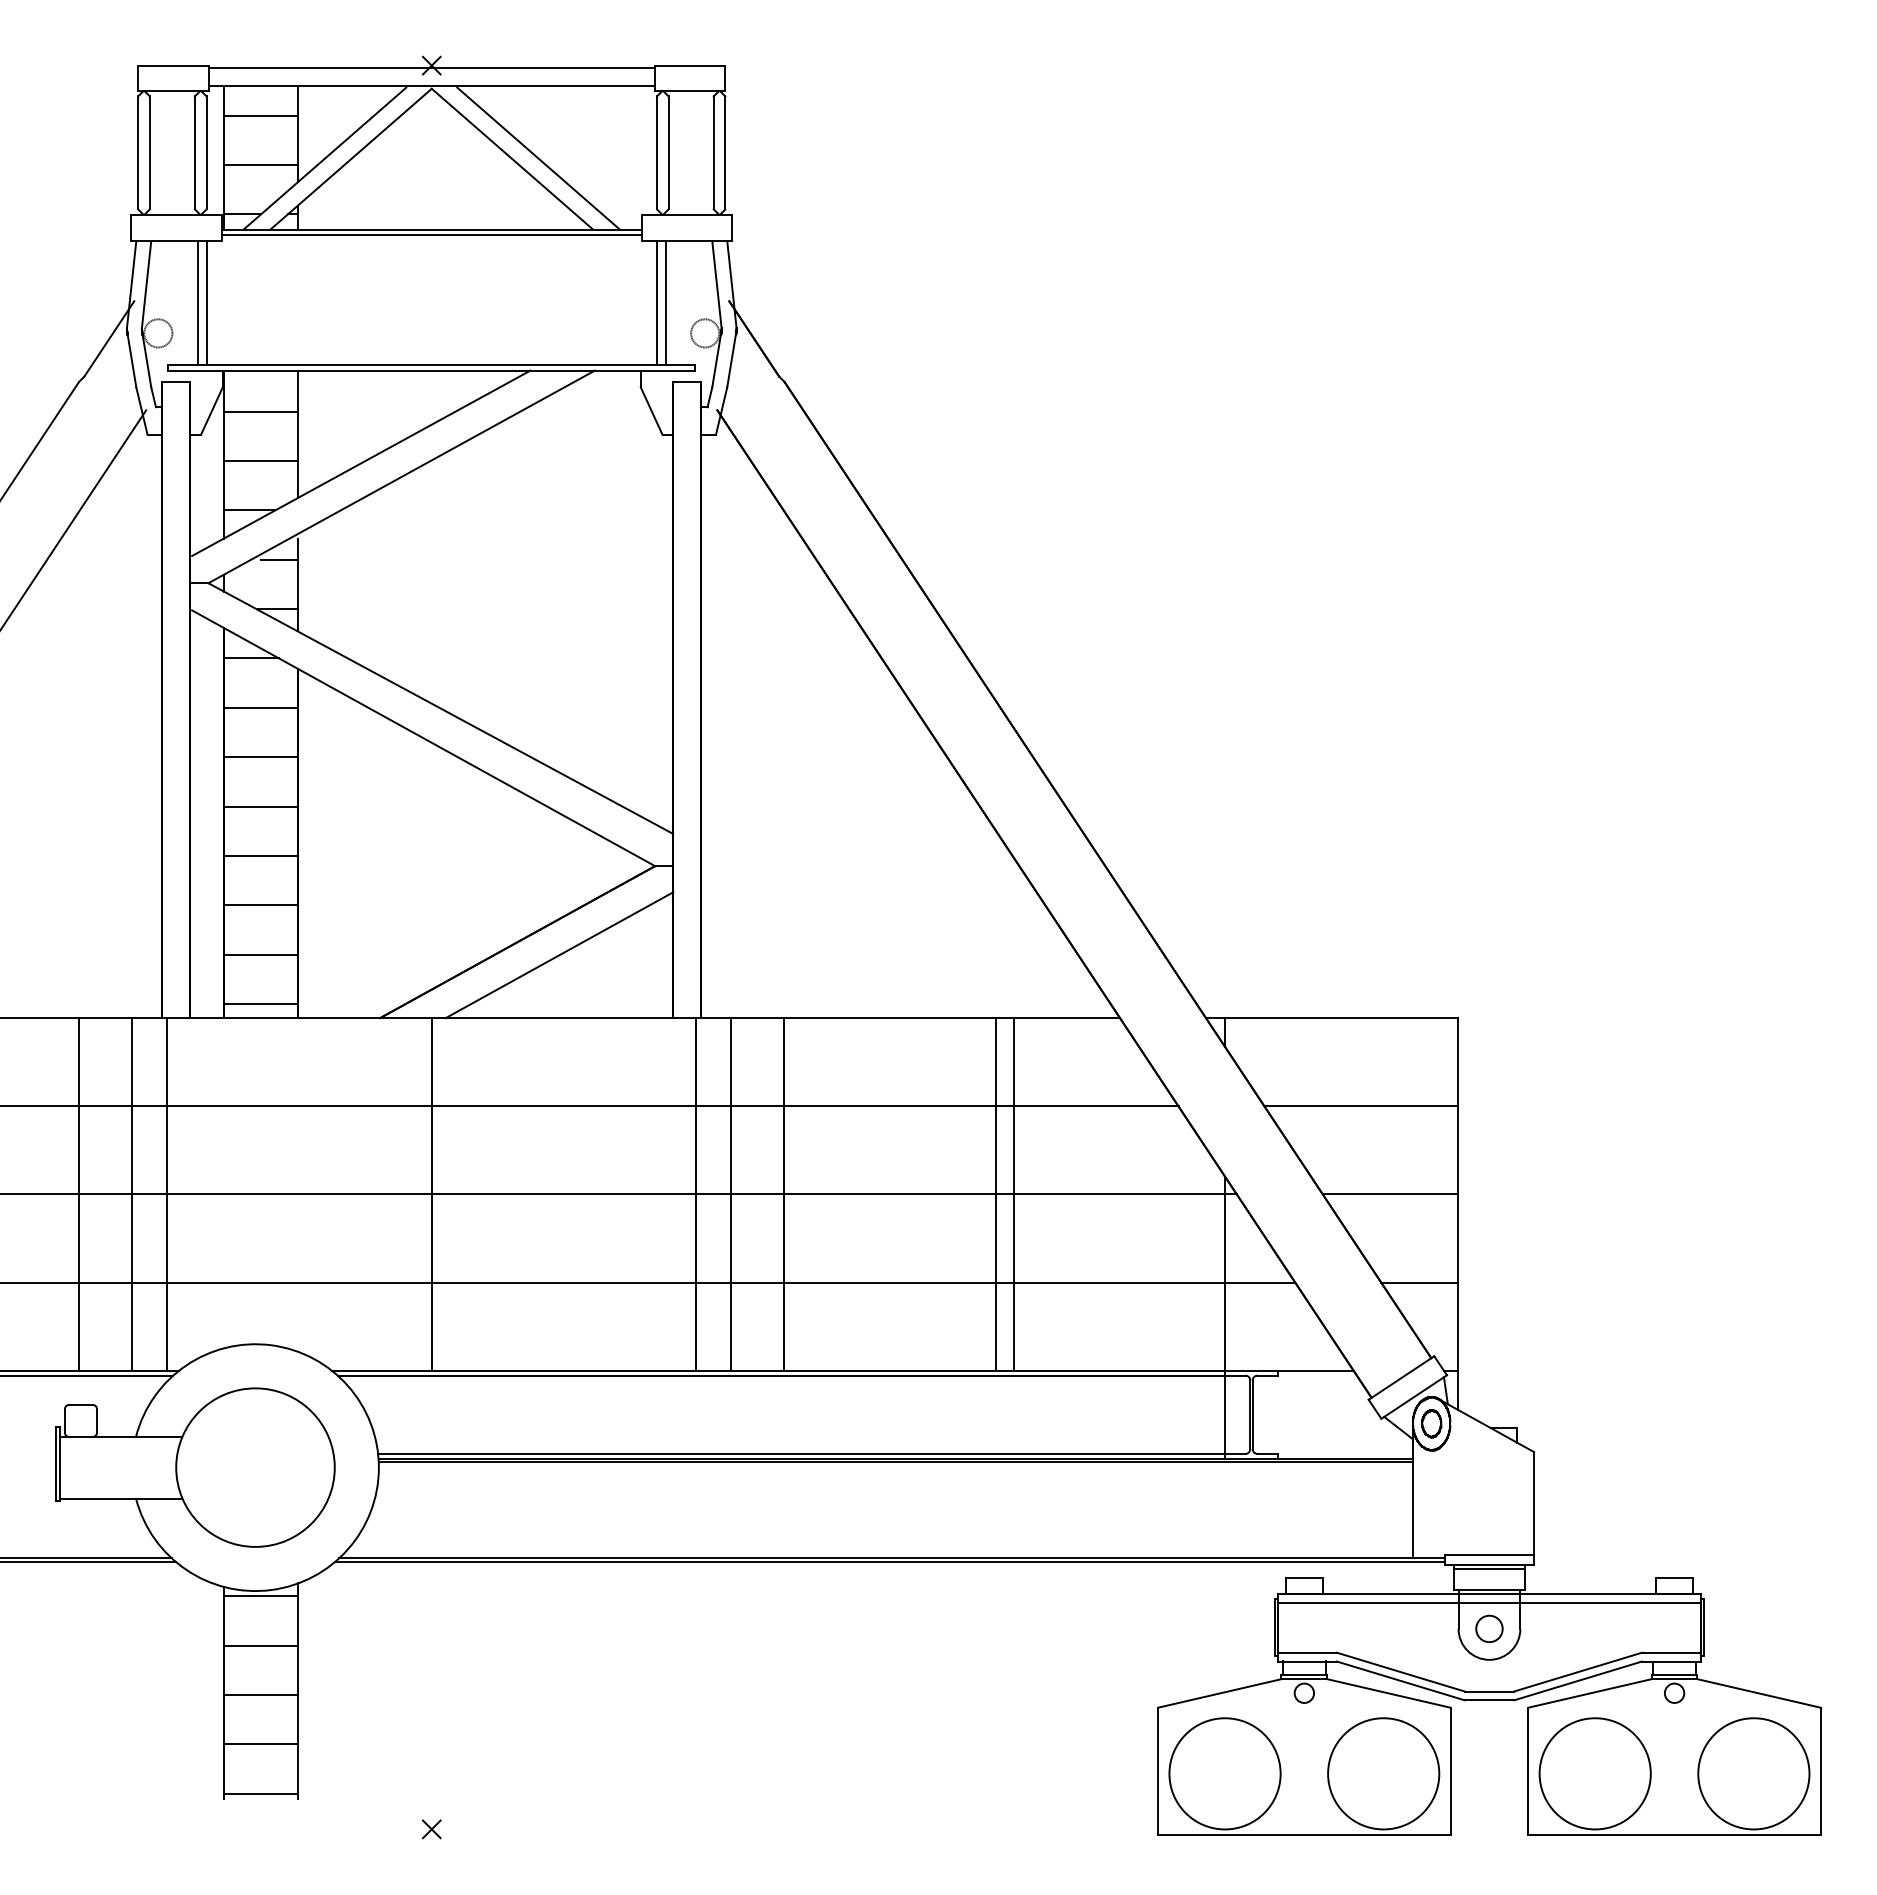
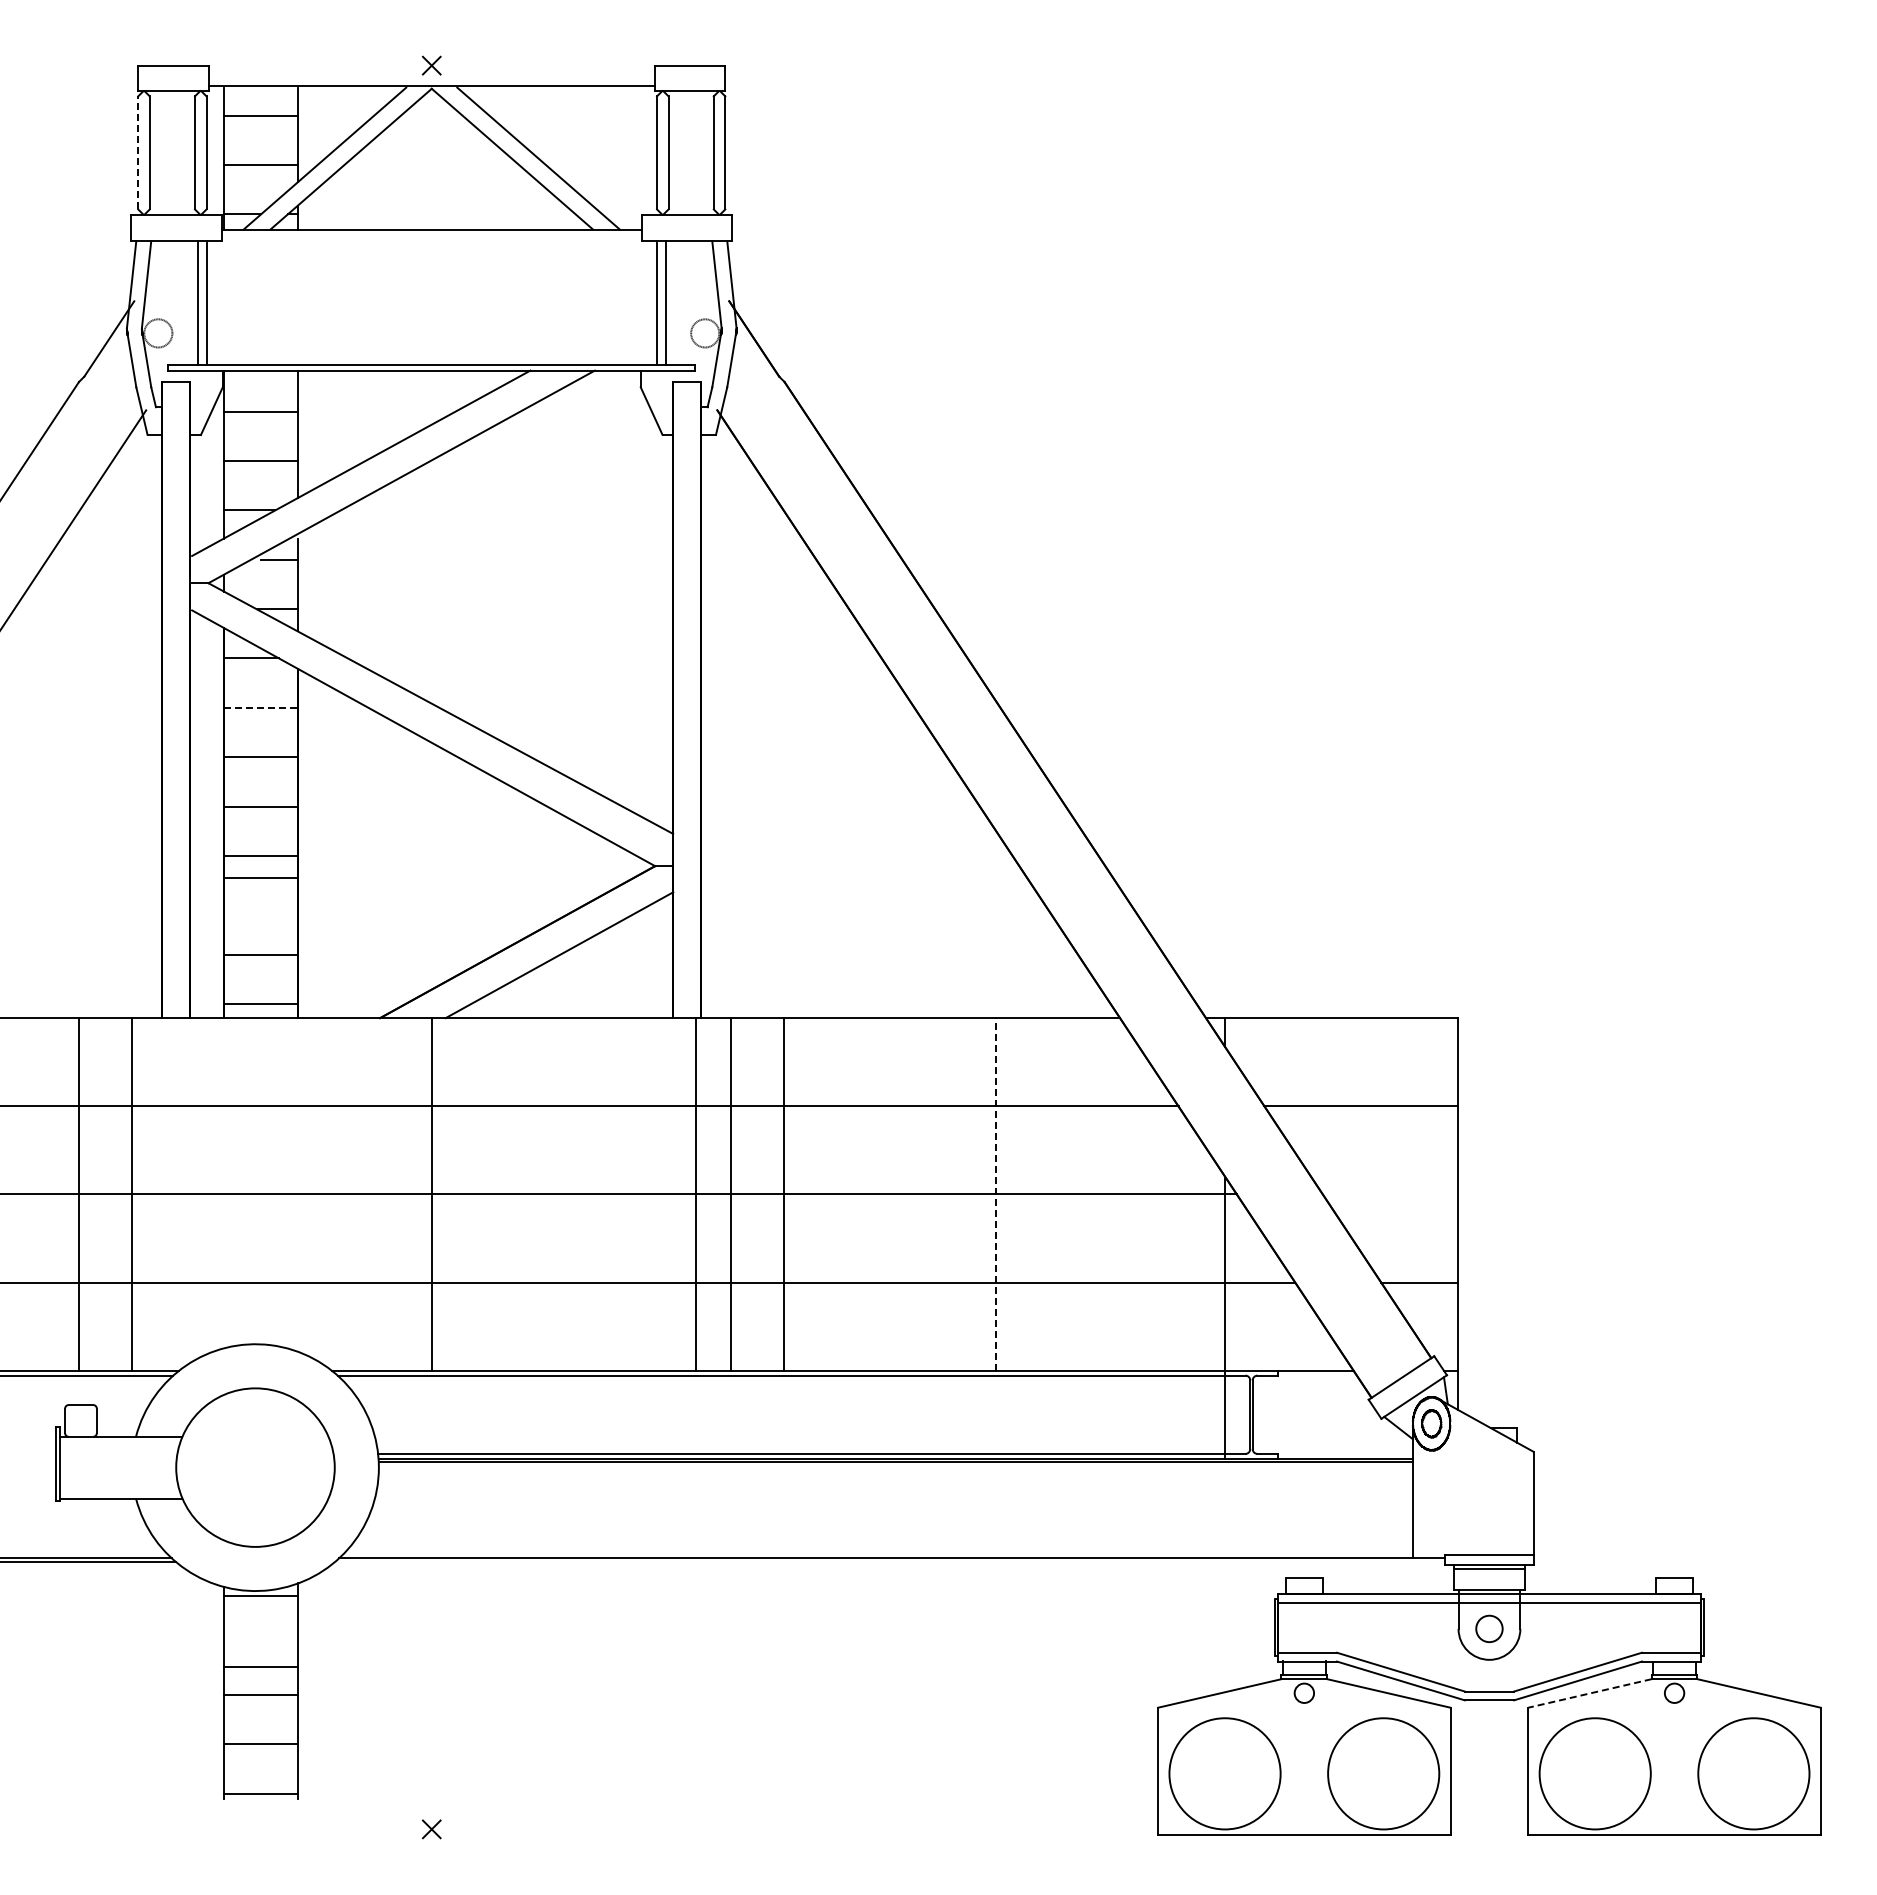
line at (431, 68): present -> none
line at (138, 152): solid -> dashed
line at (431, 235): present -> none
line at (261, 707): solid -> dashed
line at (260, 905) position: (260, 905) -> (260, 878)
line at (995, 1193): solid -> dashed
line at (167, 1194): present -> none
line at (1013, 1194): present -> none
line at (1389, 1194): present -> none
line at (890, 1561): present -> none
line at (260, 1645) position: (260, 1645) -> (260, 1666)
line at (1589, 1693): solid -> dashed
